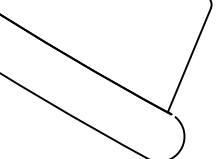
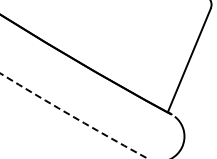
arc at (73, 117): solid -> dashed
